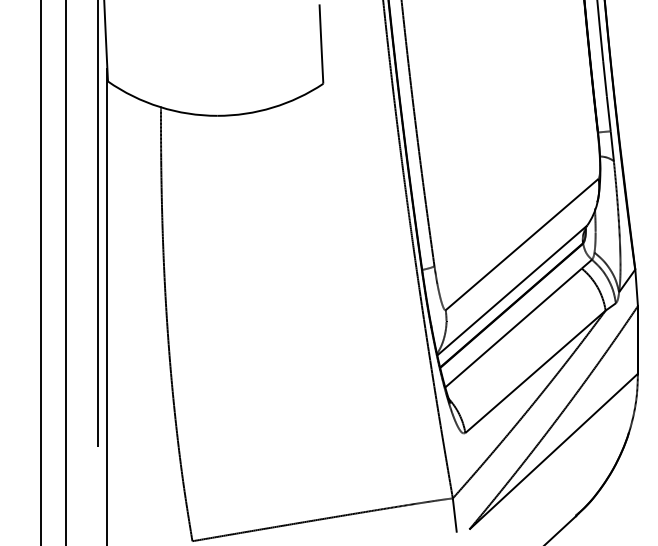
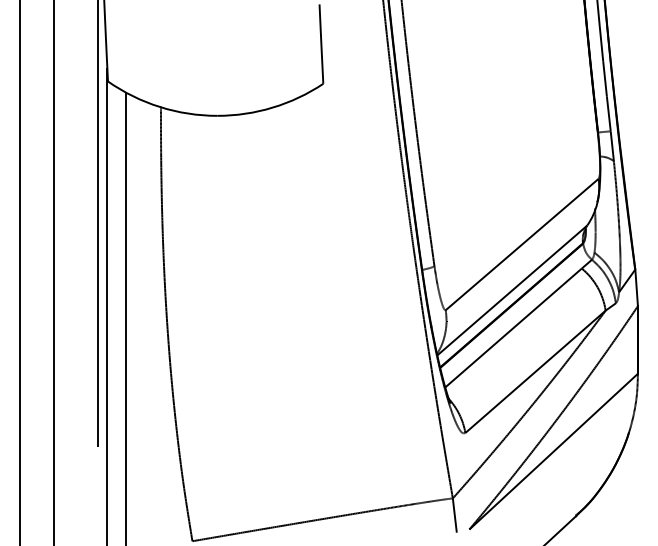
line at (40, 272) position: (40, 272) -> (19, 272)
line at (65, 272) position: (65, 272) -> (53, 272)
line at (126, 317): none -> present
